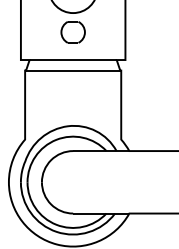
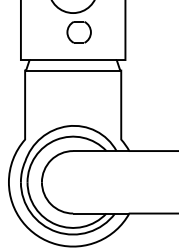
part at (72, 32) position: (72, 32) -> (78, 32)
